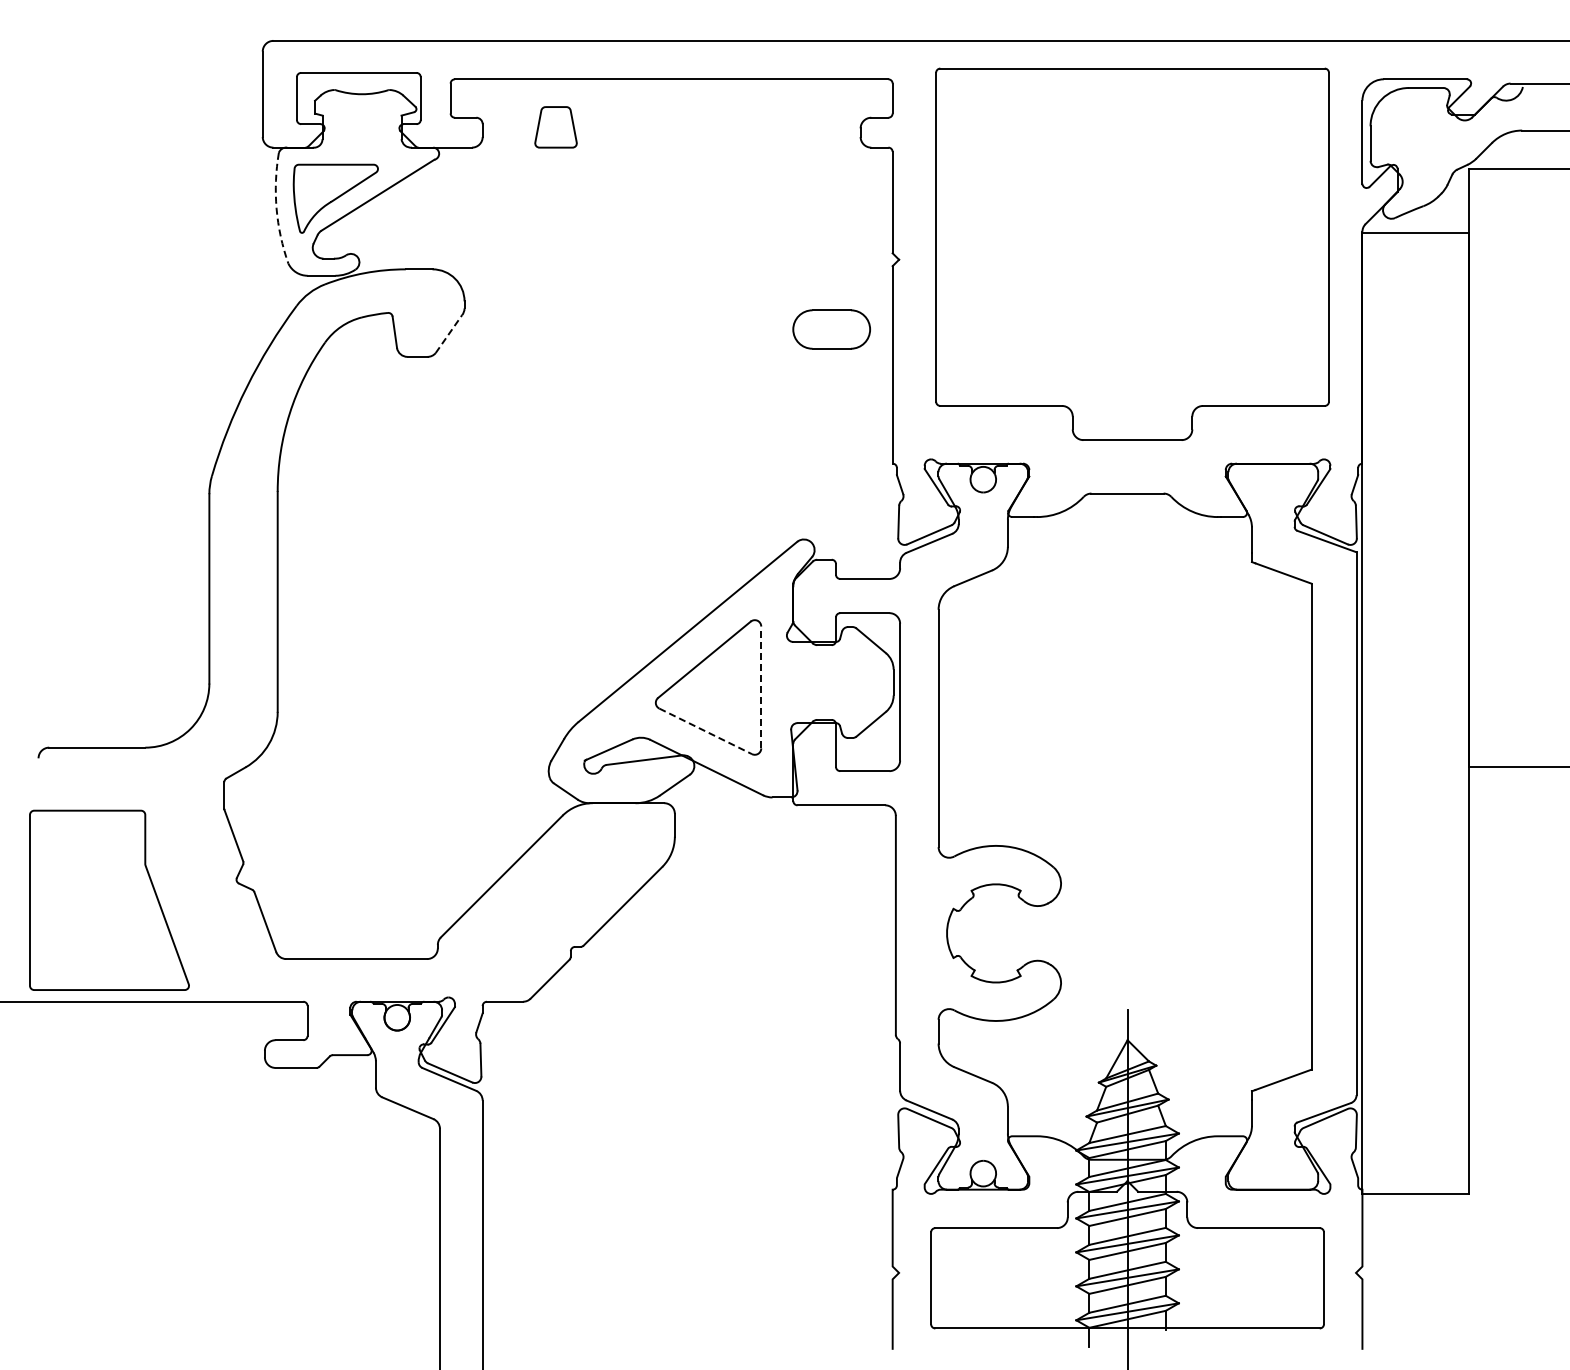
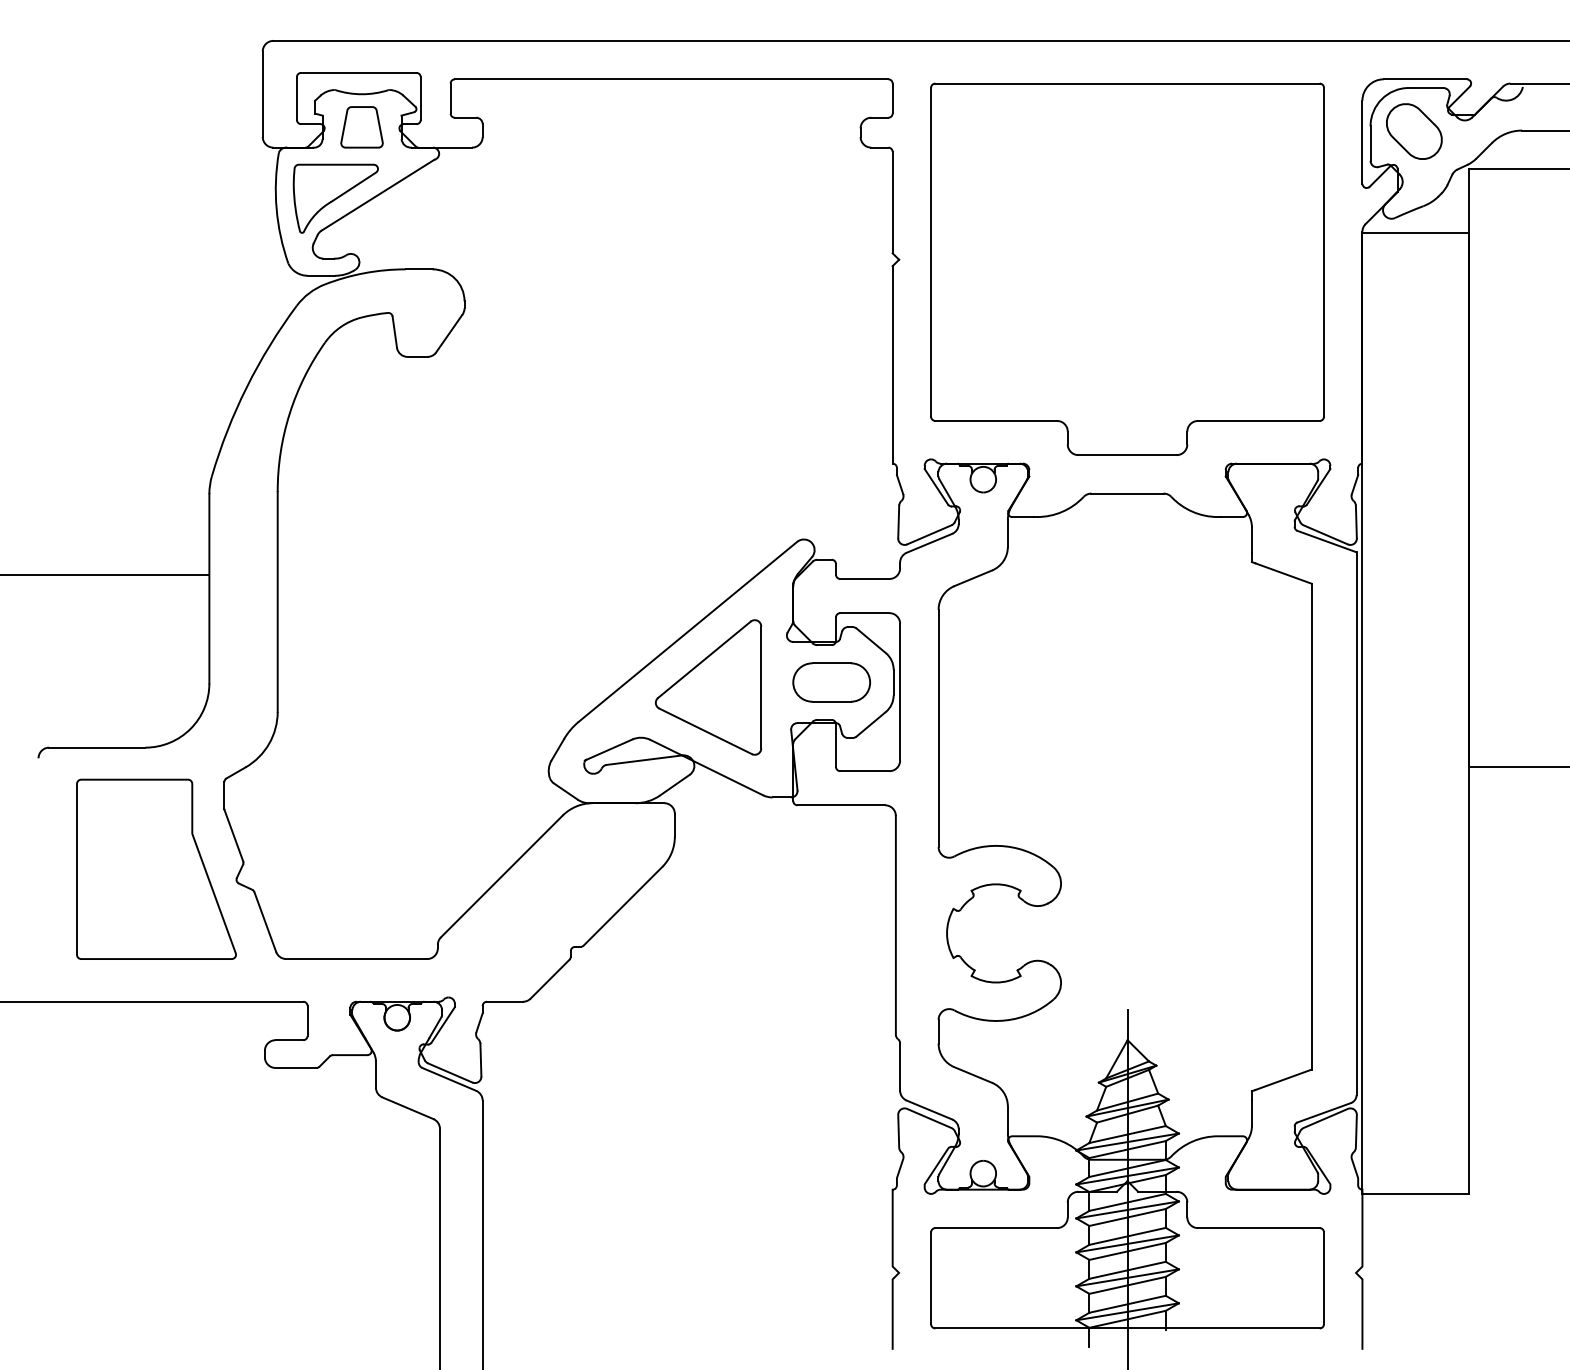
part at (555, 127) position: (555, 127) -> (361, 127)
part at (1414, 131): none -> present
arc at (276, 208): dashed -> solid
part at (1132, 253) position: (1132, 253) -> (1127, 268)
part at (831, 329) position: (831, 329) -> (831, 682)
line at (449, 333): dashed -> solid
line at (105, 574): none -> present
line at (761, 687): dashed -> solid
line at (705, 731): dashed -> solid
part at (109, 899) position: (109, 899) -> (156, 868)
